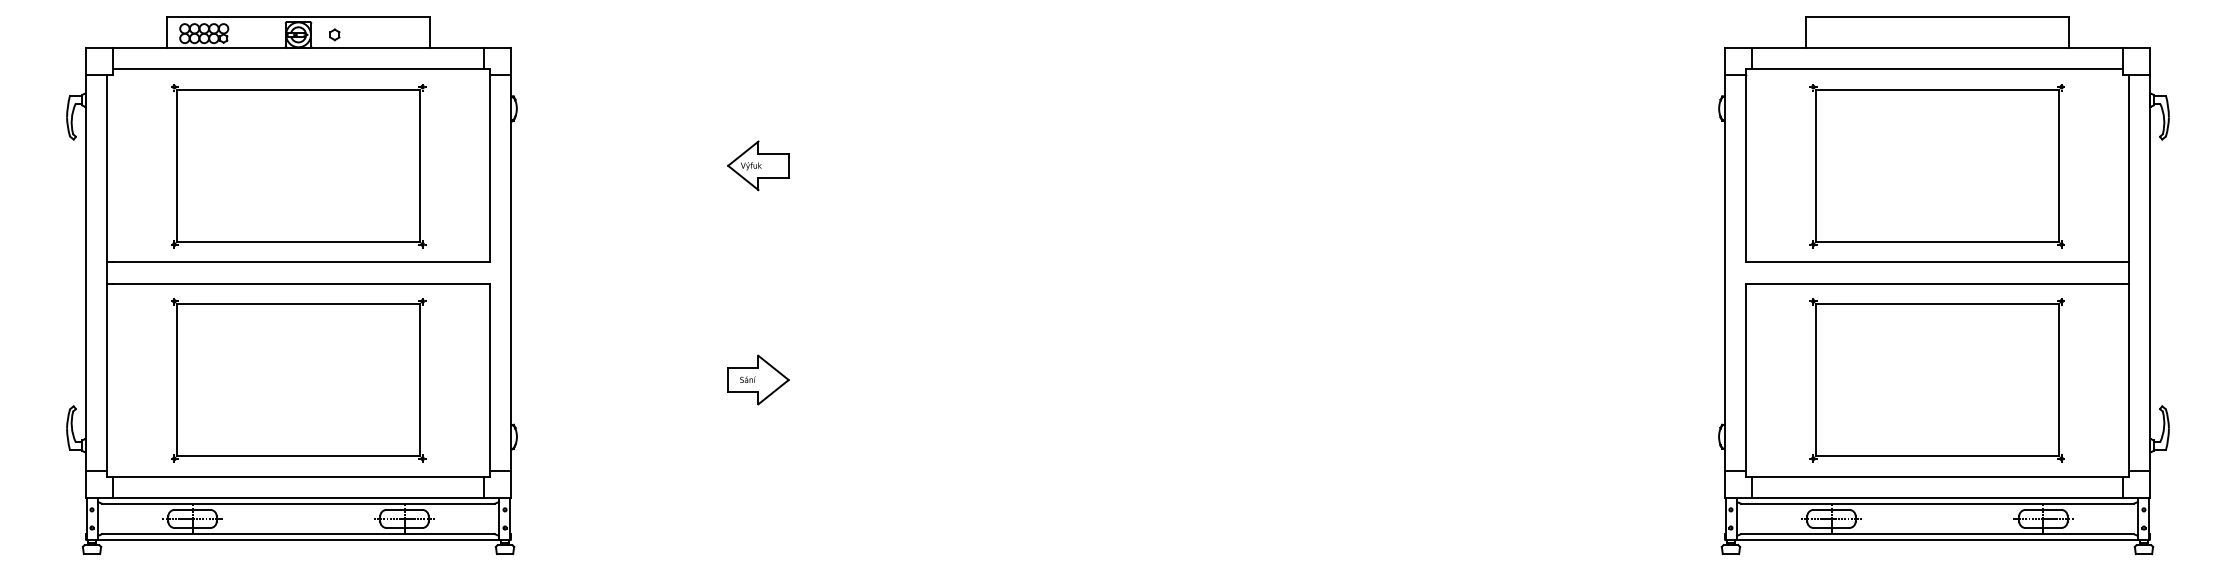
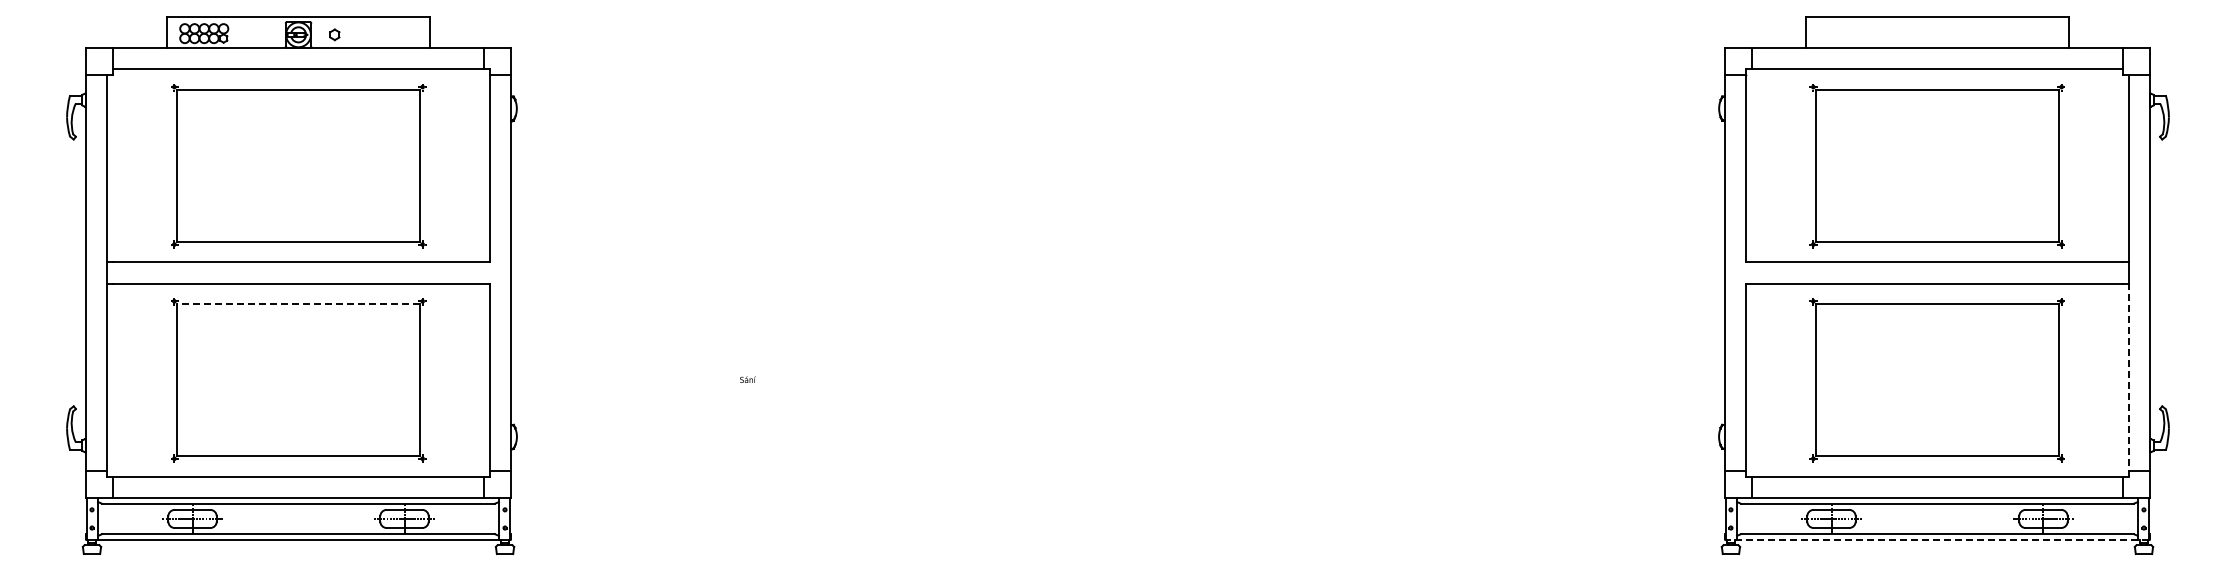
part at (758, 165): present -> none
line at (298, 304): solid -> dashed
part at (758, 379): present -> none
line at (2128, 380): solid -> dashed
line at (1937, 540): solid -> dashed
